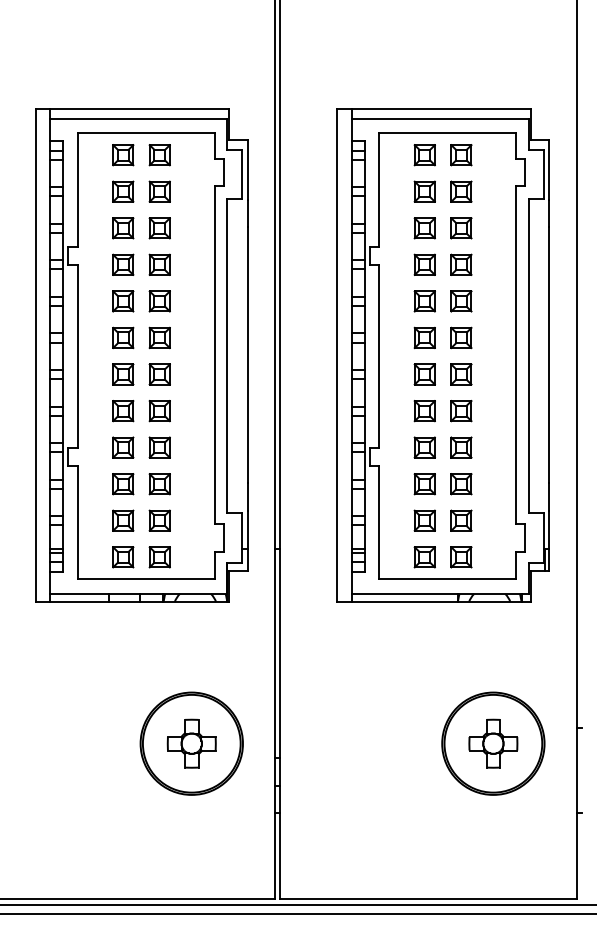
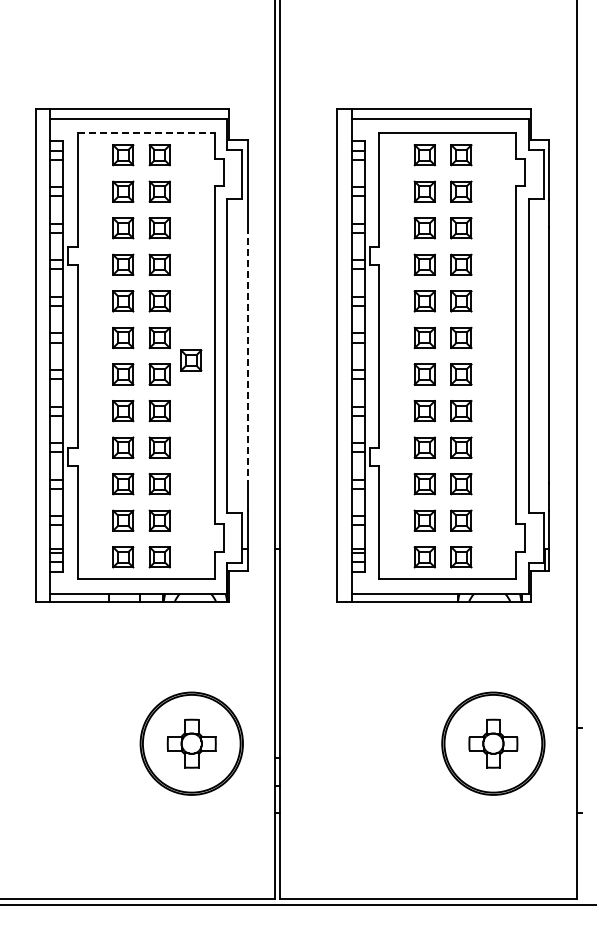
line at (146, 133): solid -> dashed
line at (247, 355): solid -> dashed
part at (191, 360): none -> present
line at (297, 913): present -> none
